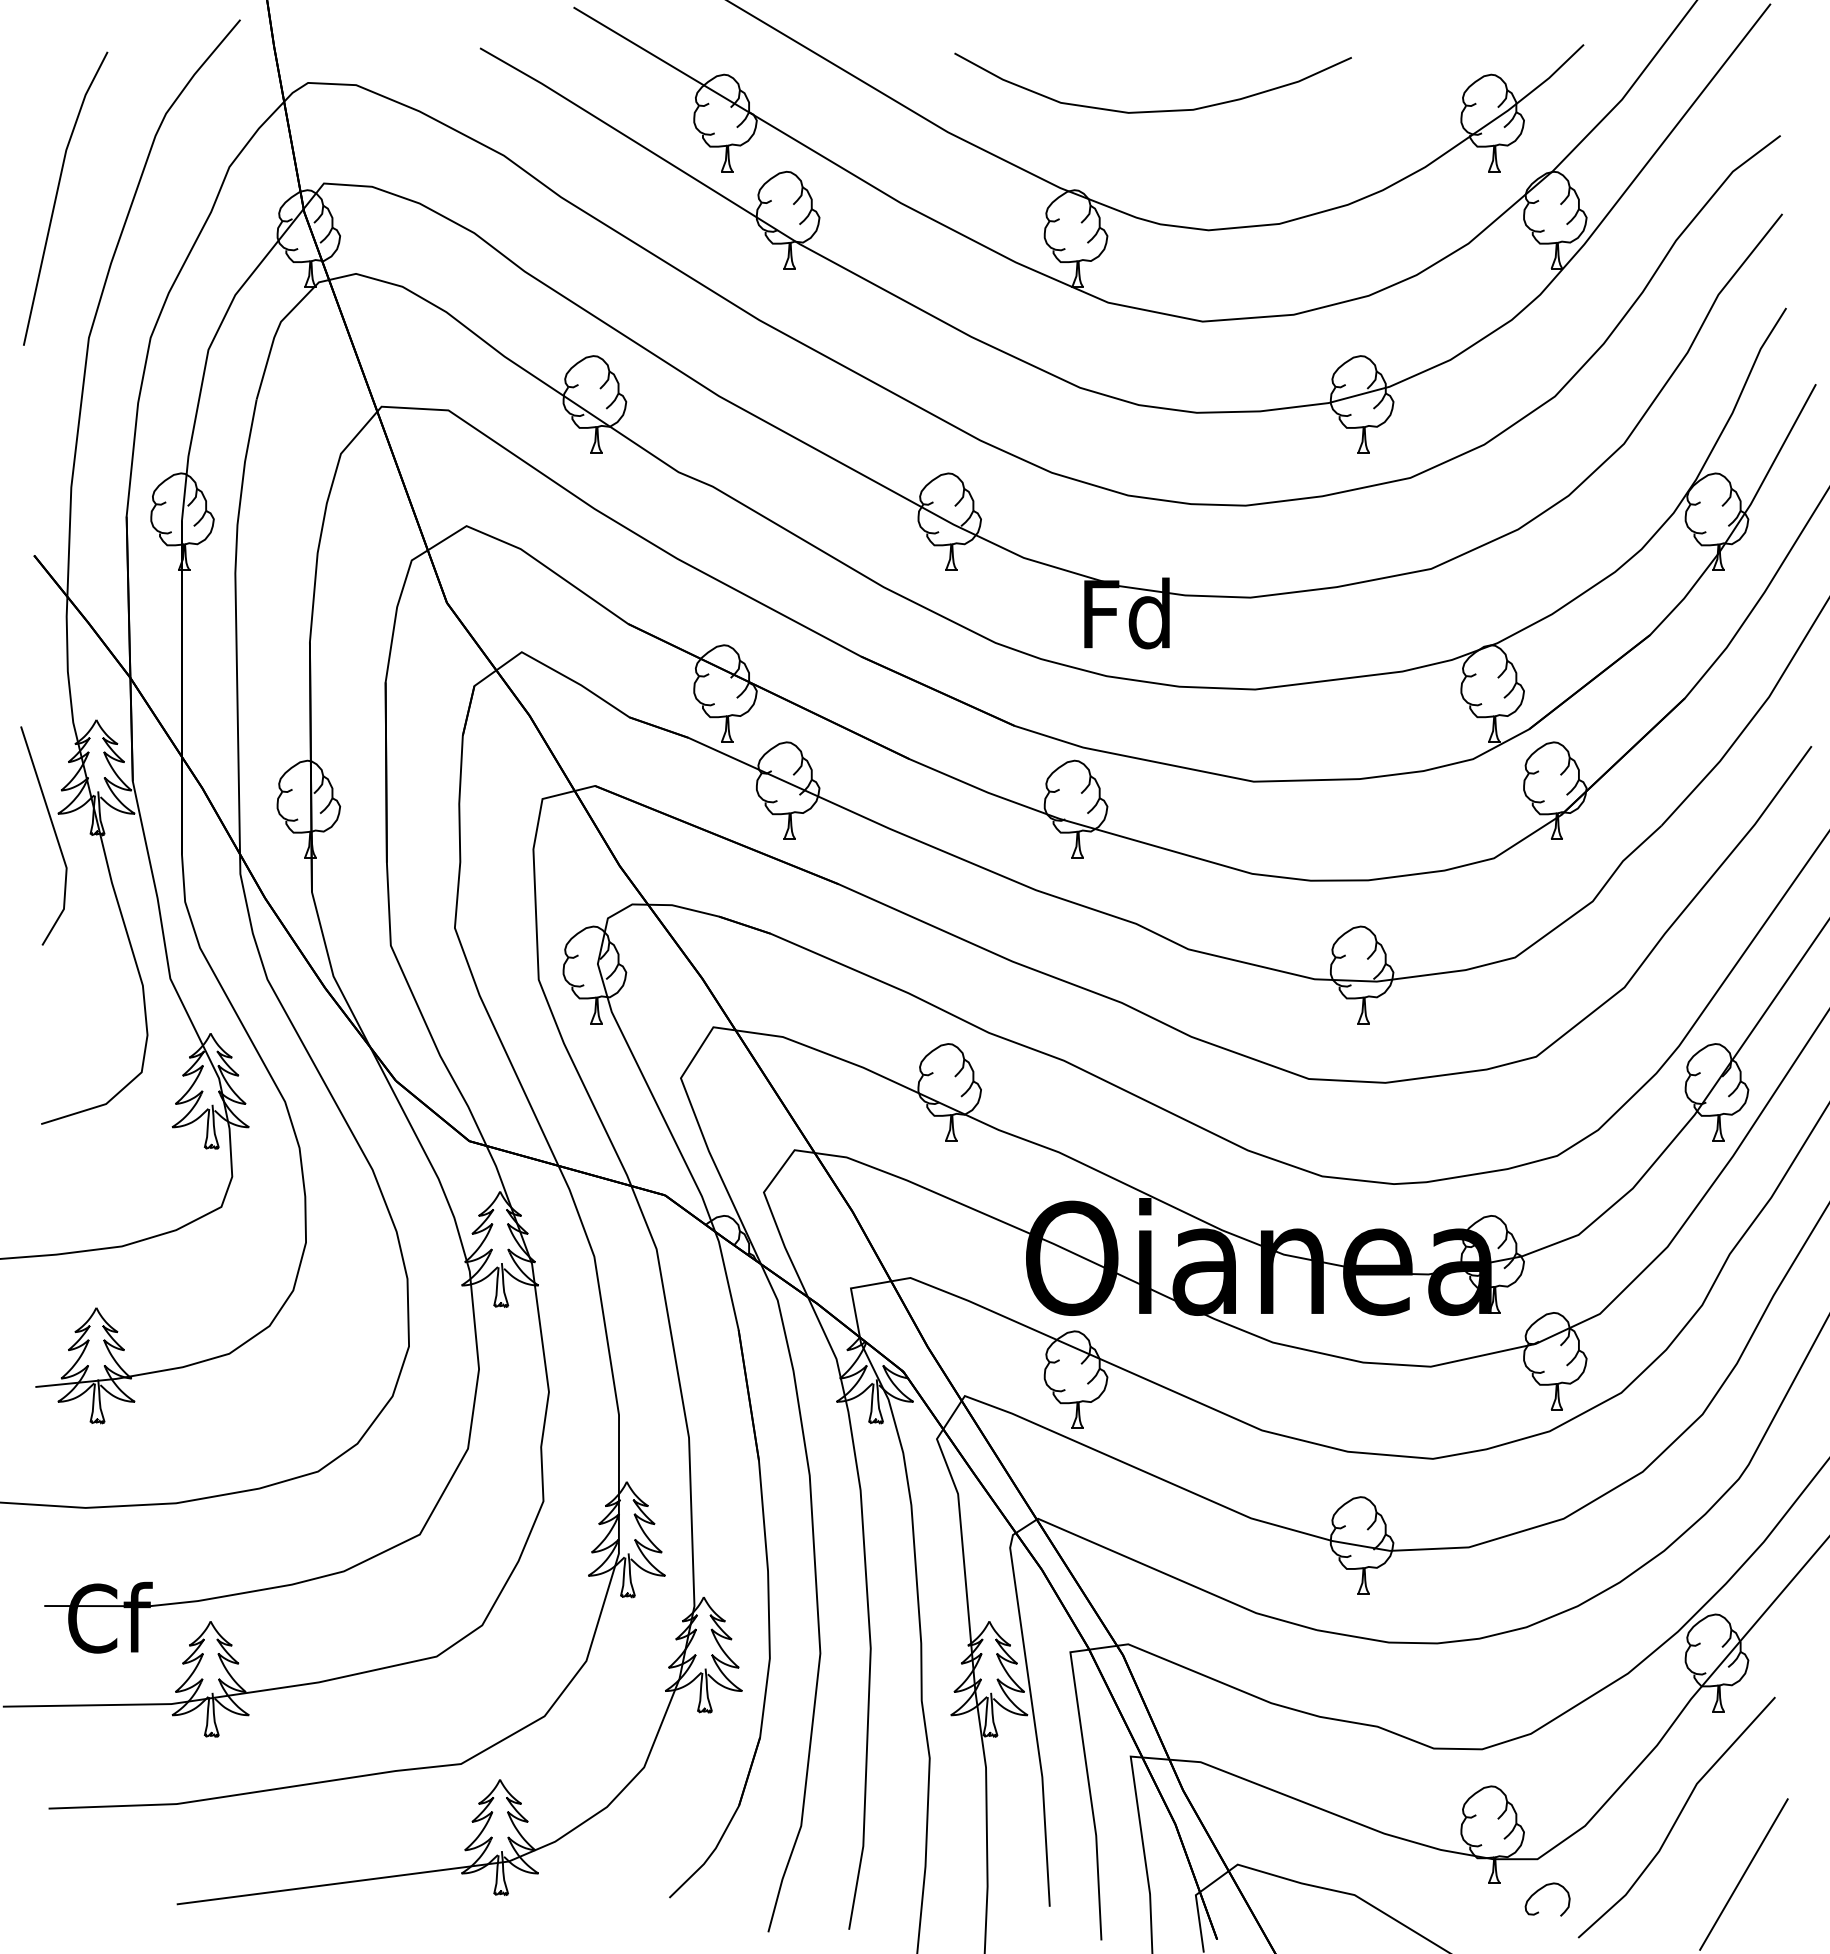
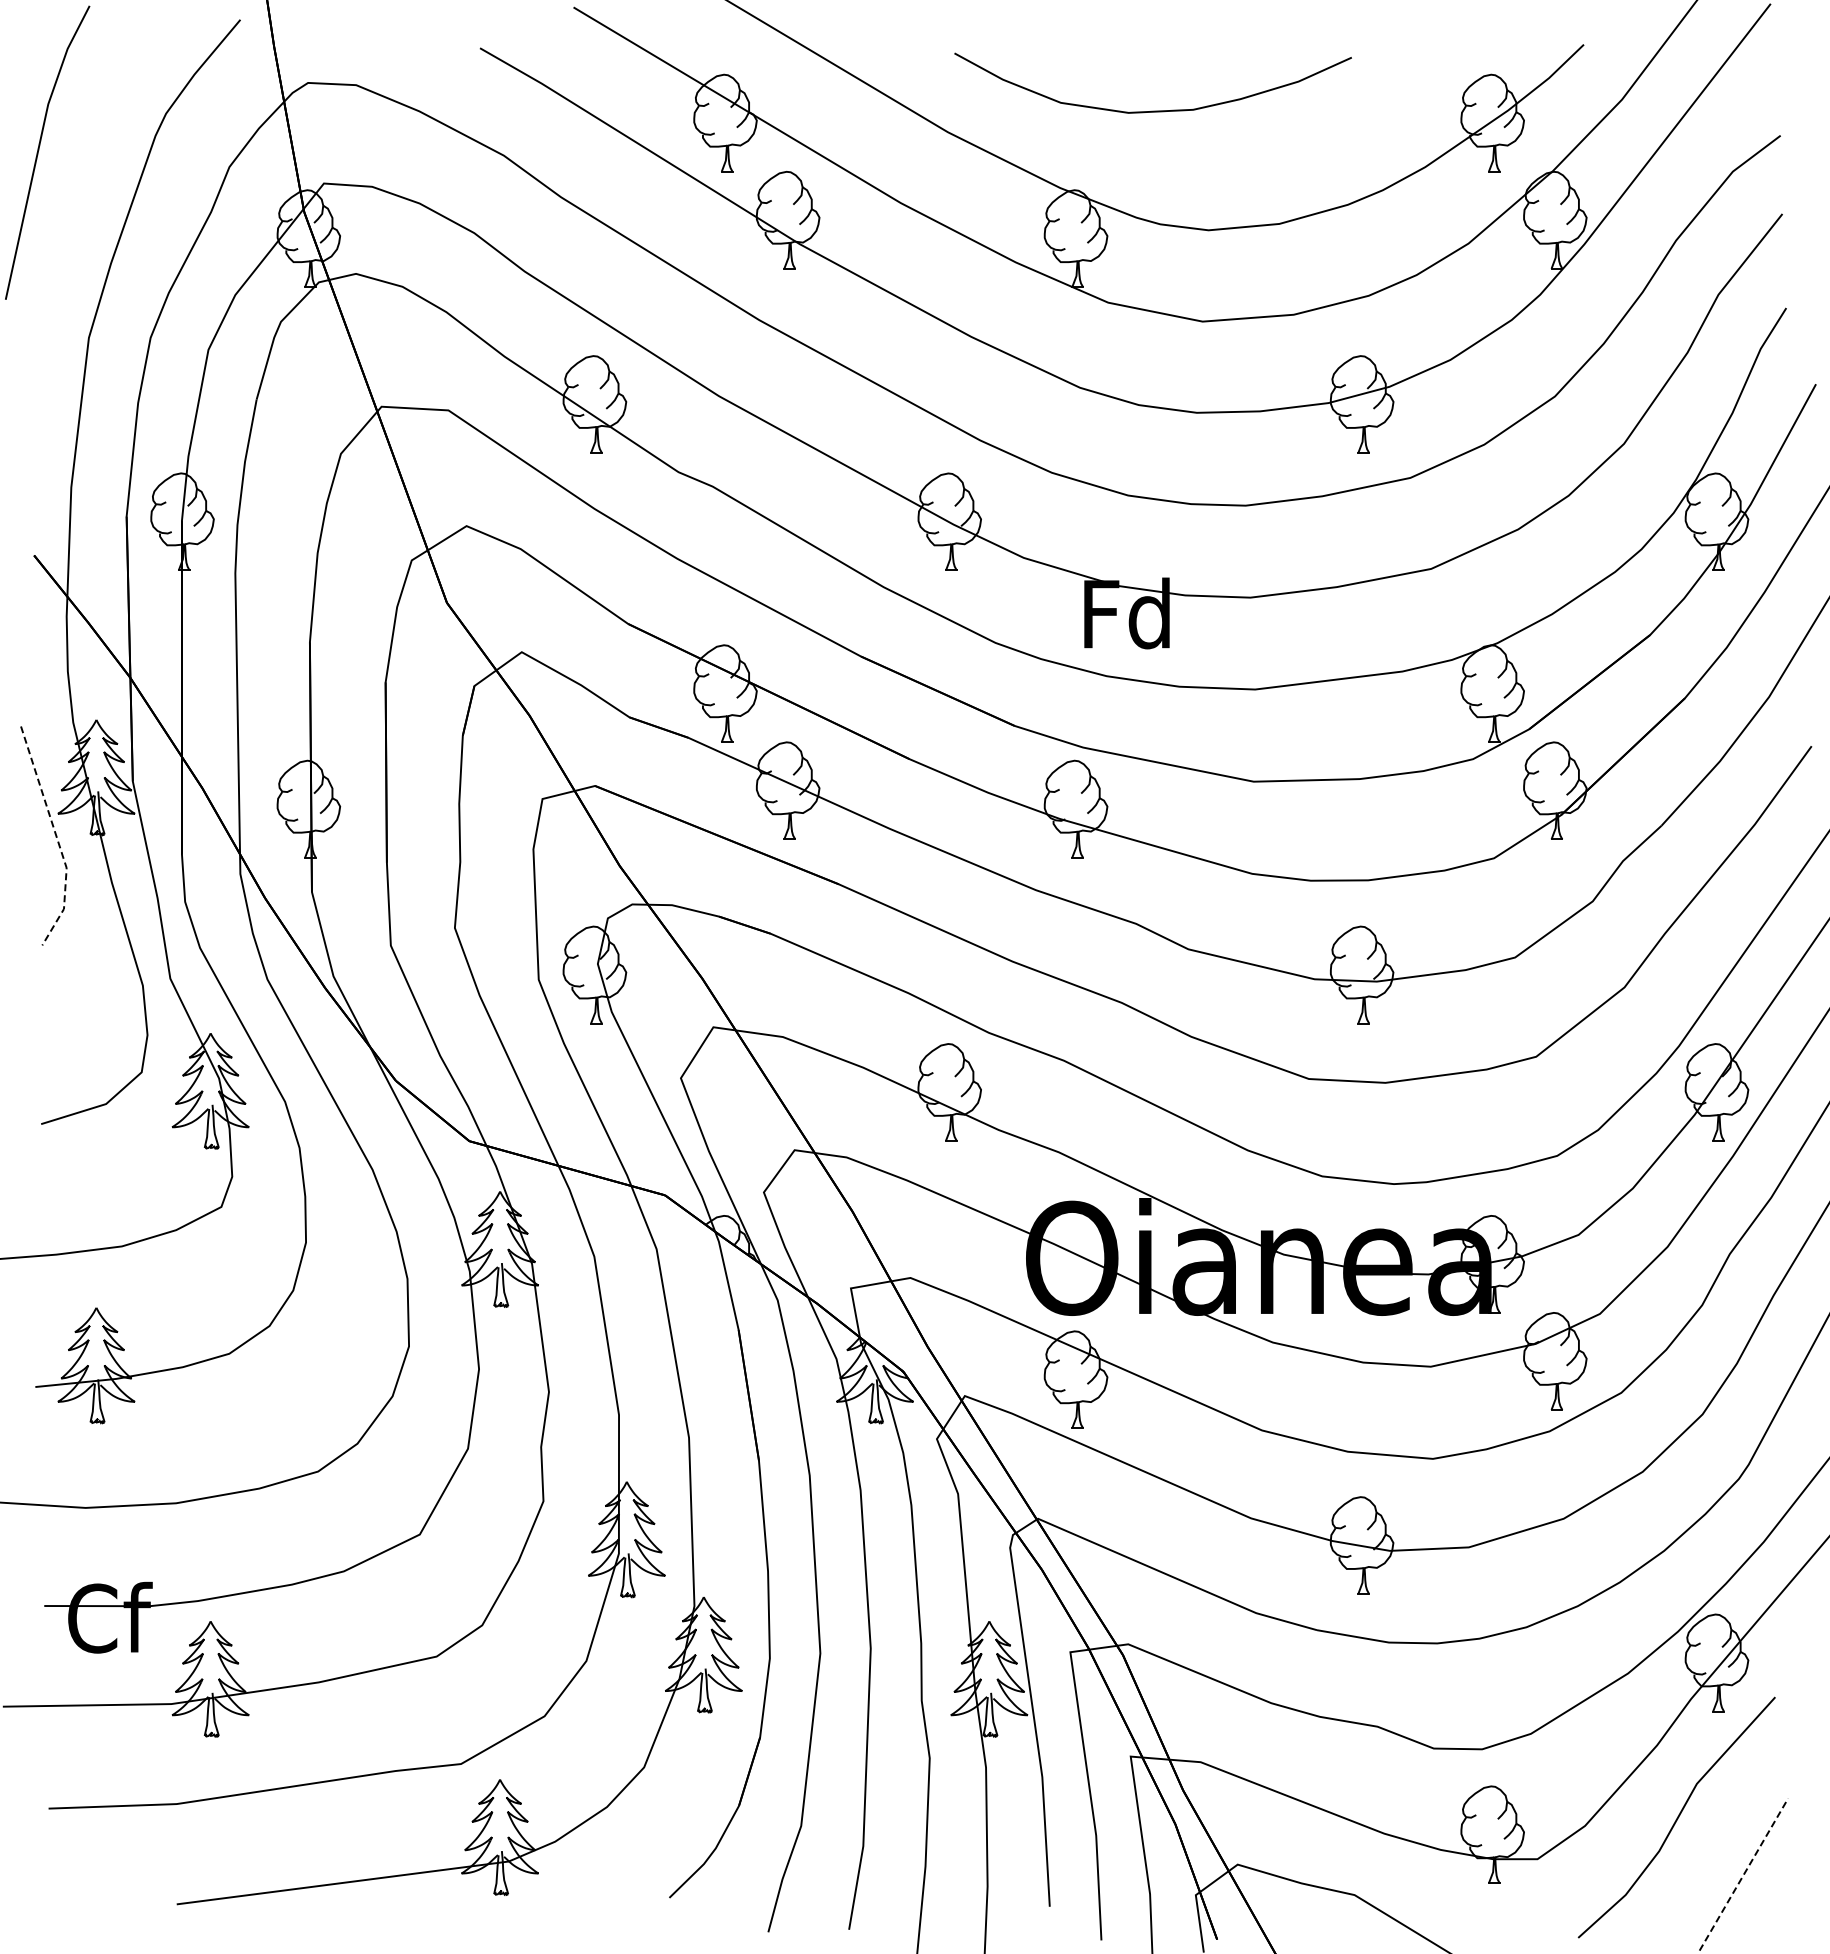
line at (57, 196) position: (57, 196) -> (39, 150)
line at (57, 838): solid -> dashed
line at (1744, 1874): solid -> dashed
curve at (1540, 1890): present -> none
